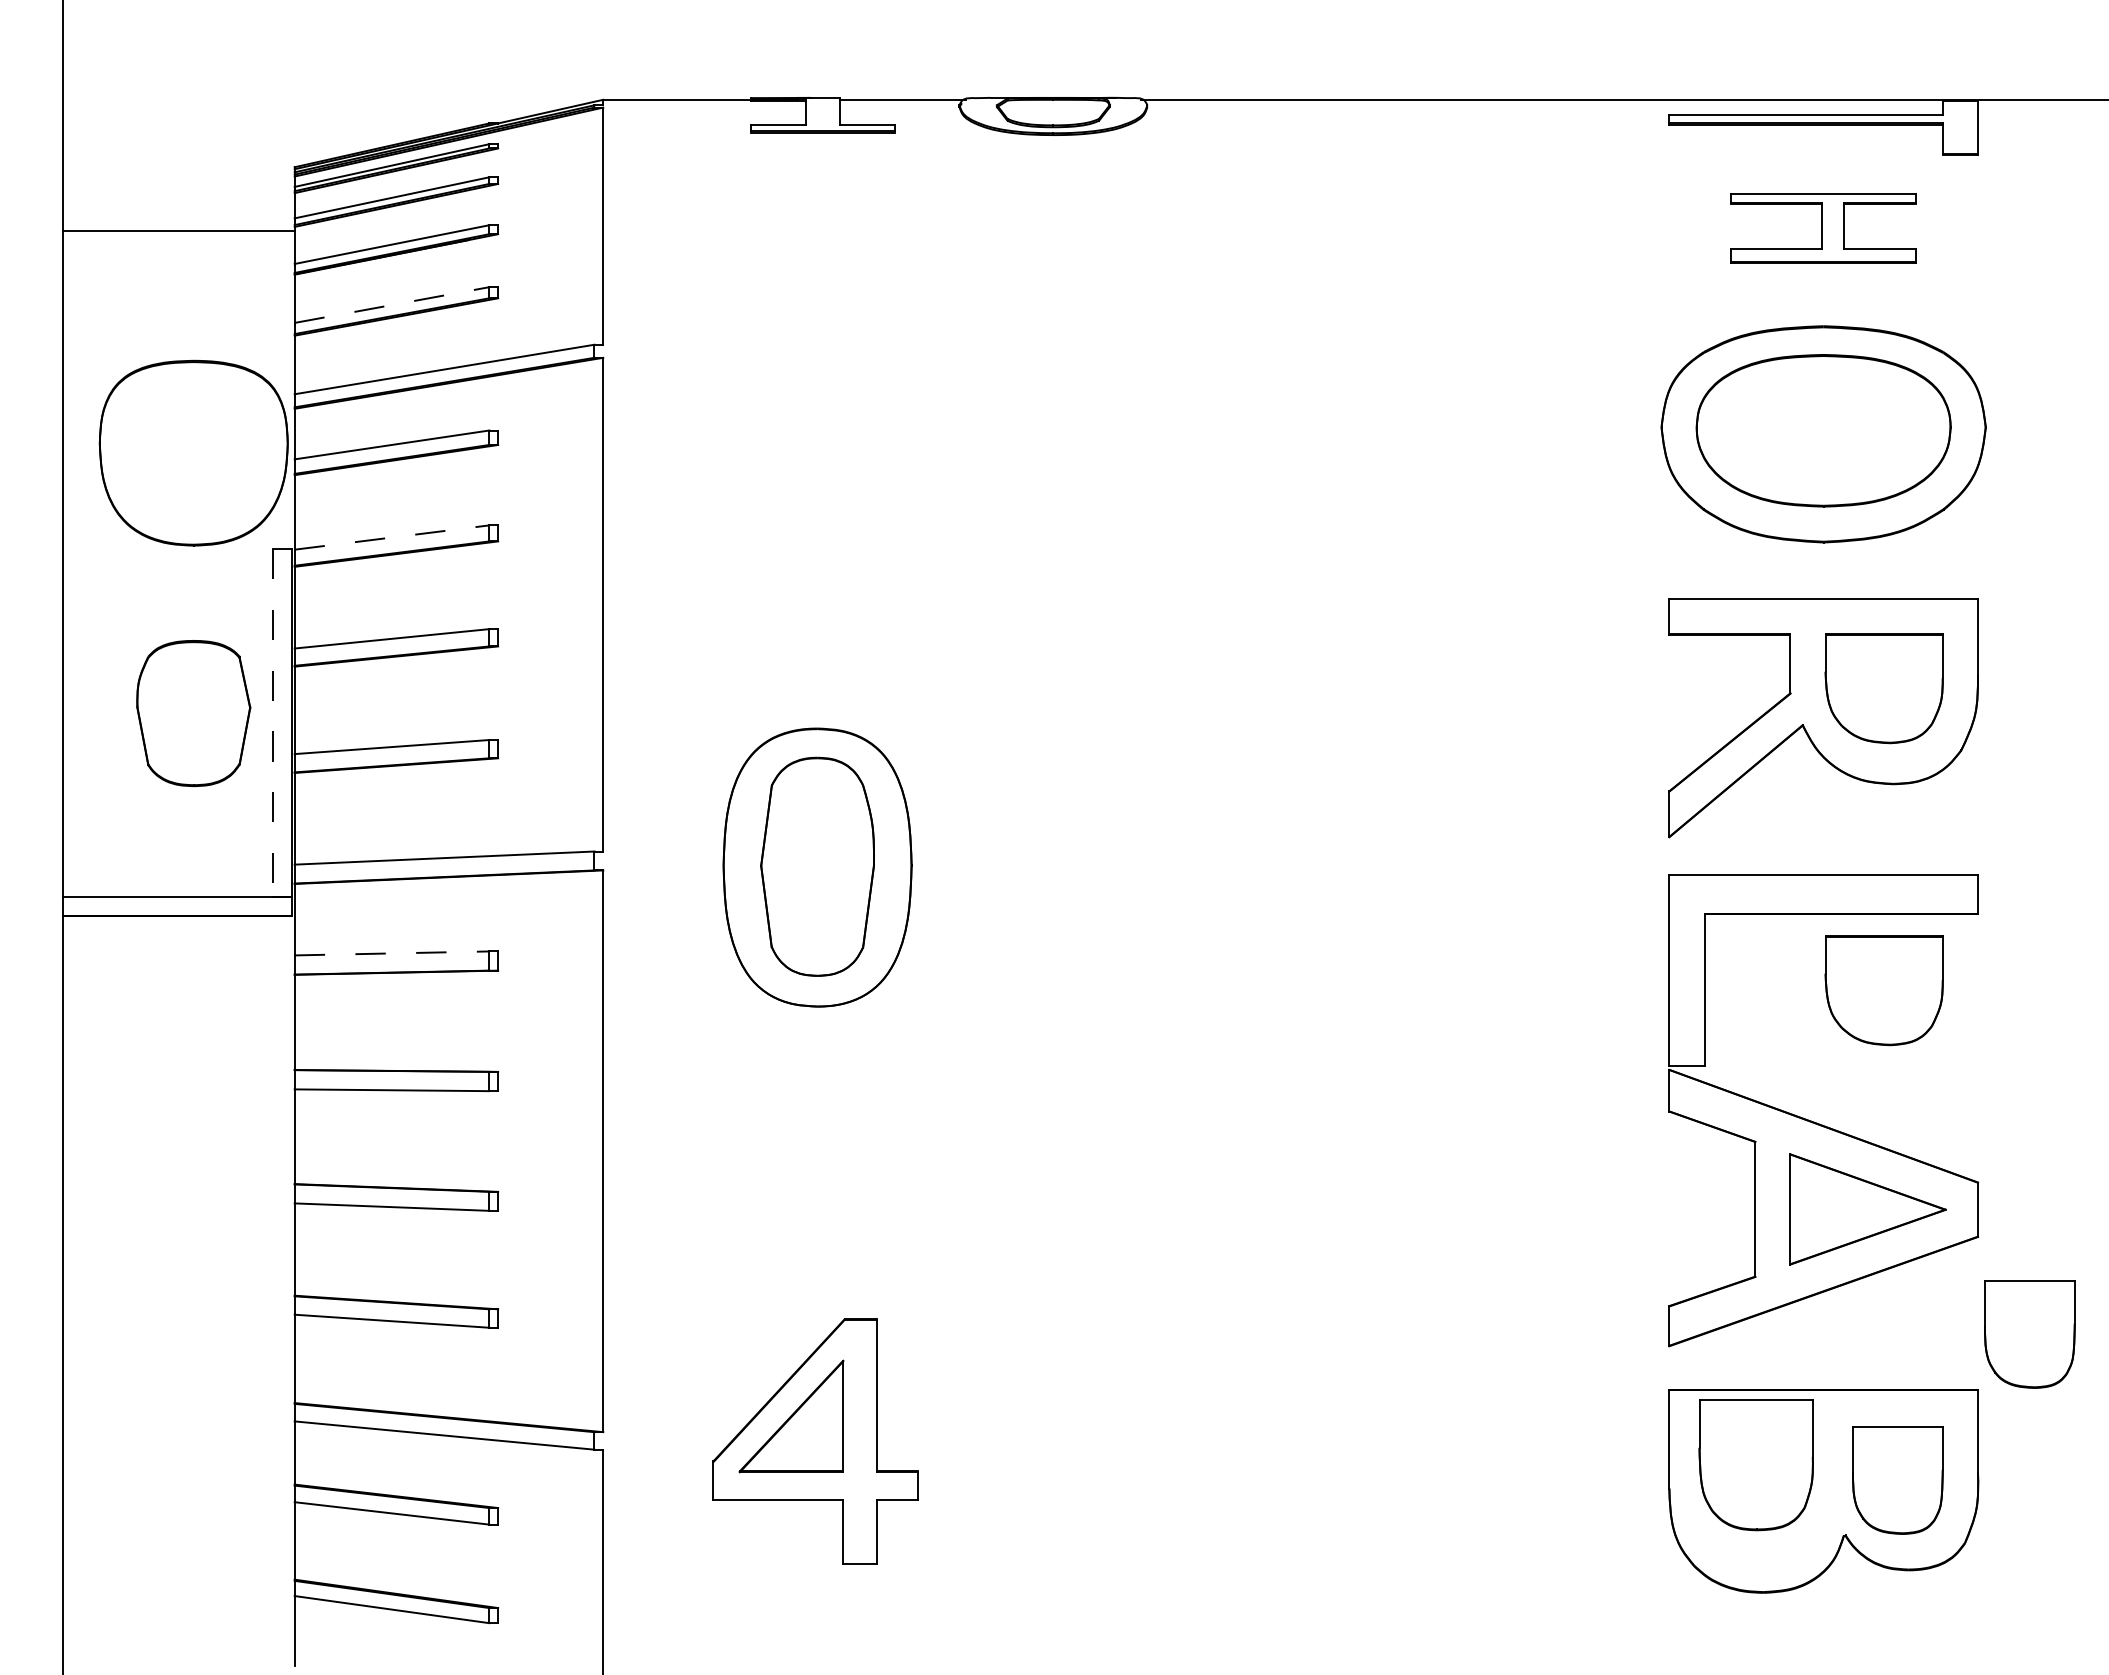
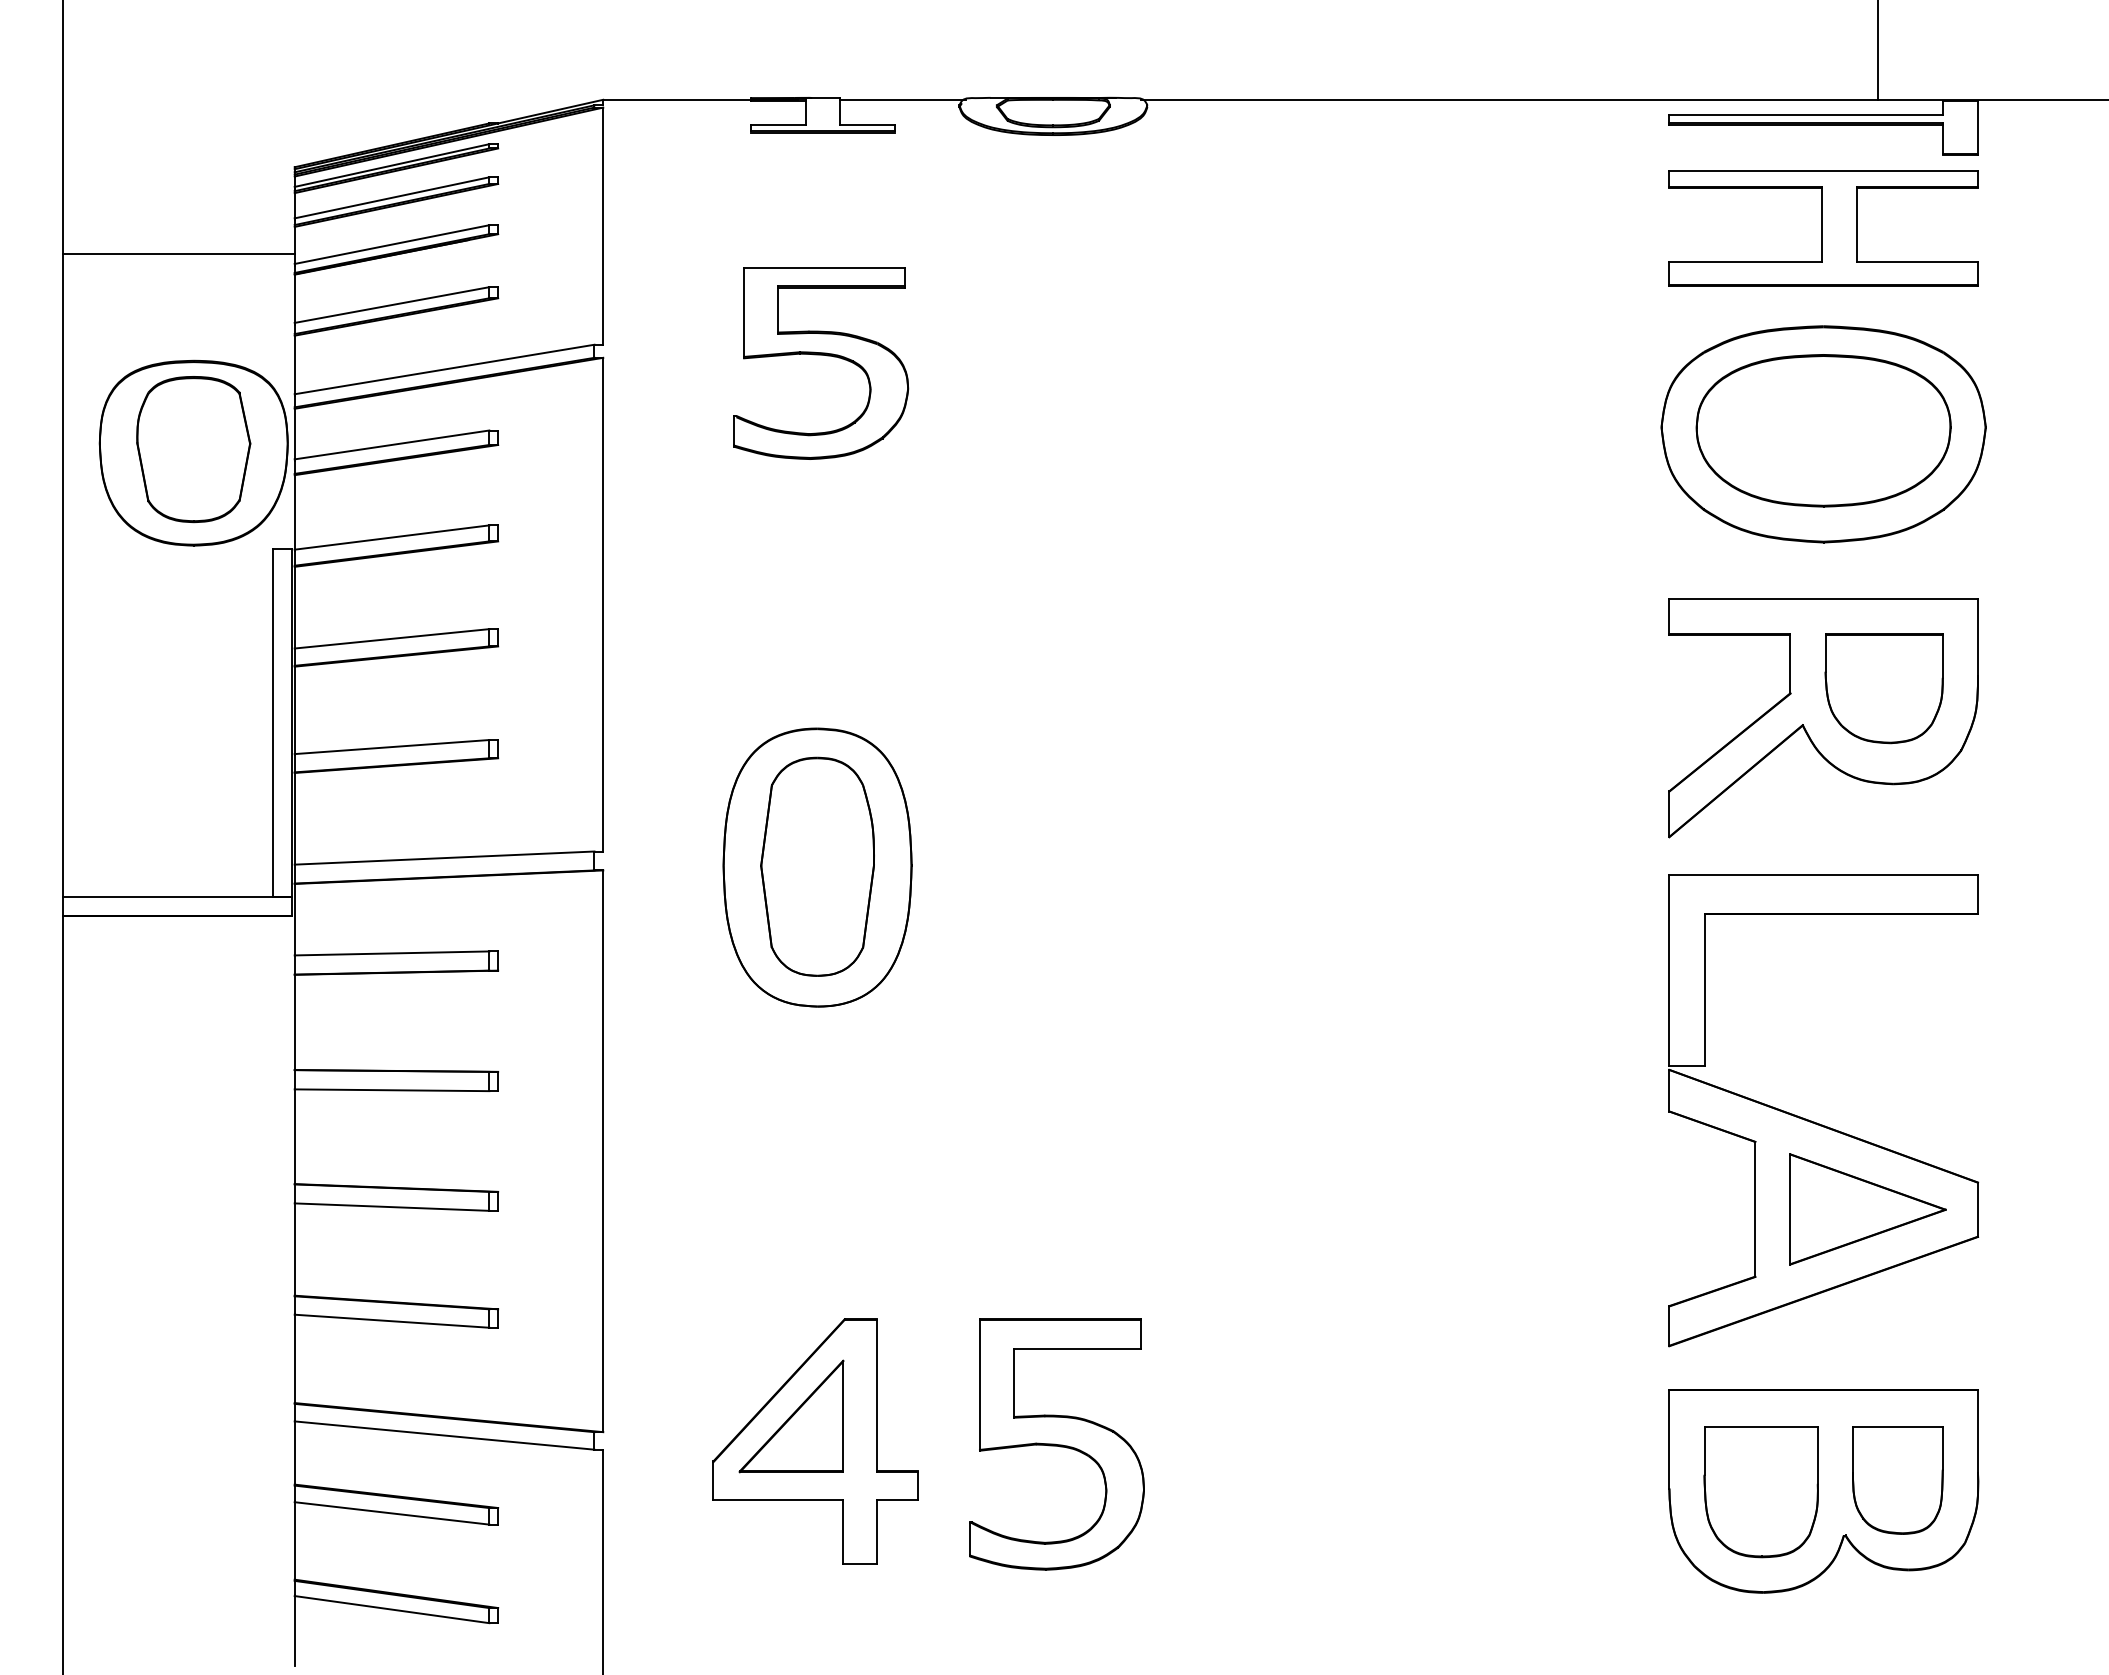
line at (1877, 50): none -> present
part at (1823, 228) size: 187x71 px -> 311x117 px
line at (178, 231) position: (178, 231) -> (178, 254)
line at (392, 305): dashed -> solid
part at (821, 355): none -> present
line at (392, 537): dashed -> solid
part at (193, 713) position: (193, 713) -> (193, 449)
line at (272, 722): dashed -> solid
line at (392, 953): dashed -> solid
part at (1883, 990): present -> none
part at (2029, 1334): present -> none
part at (1056, 1444): none -> present
part at (1755, 1465) position: (1755, 1465) -> (1760, 1492)
